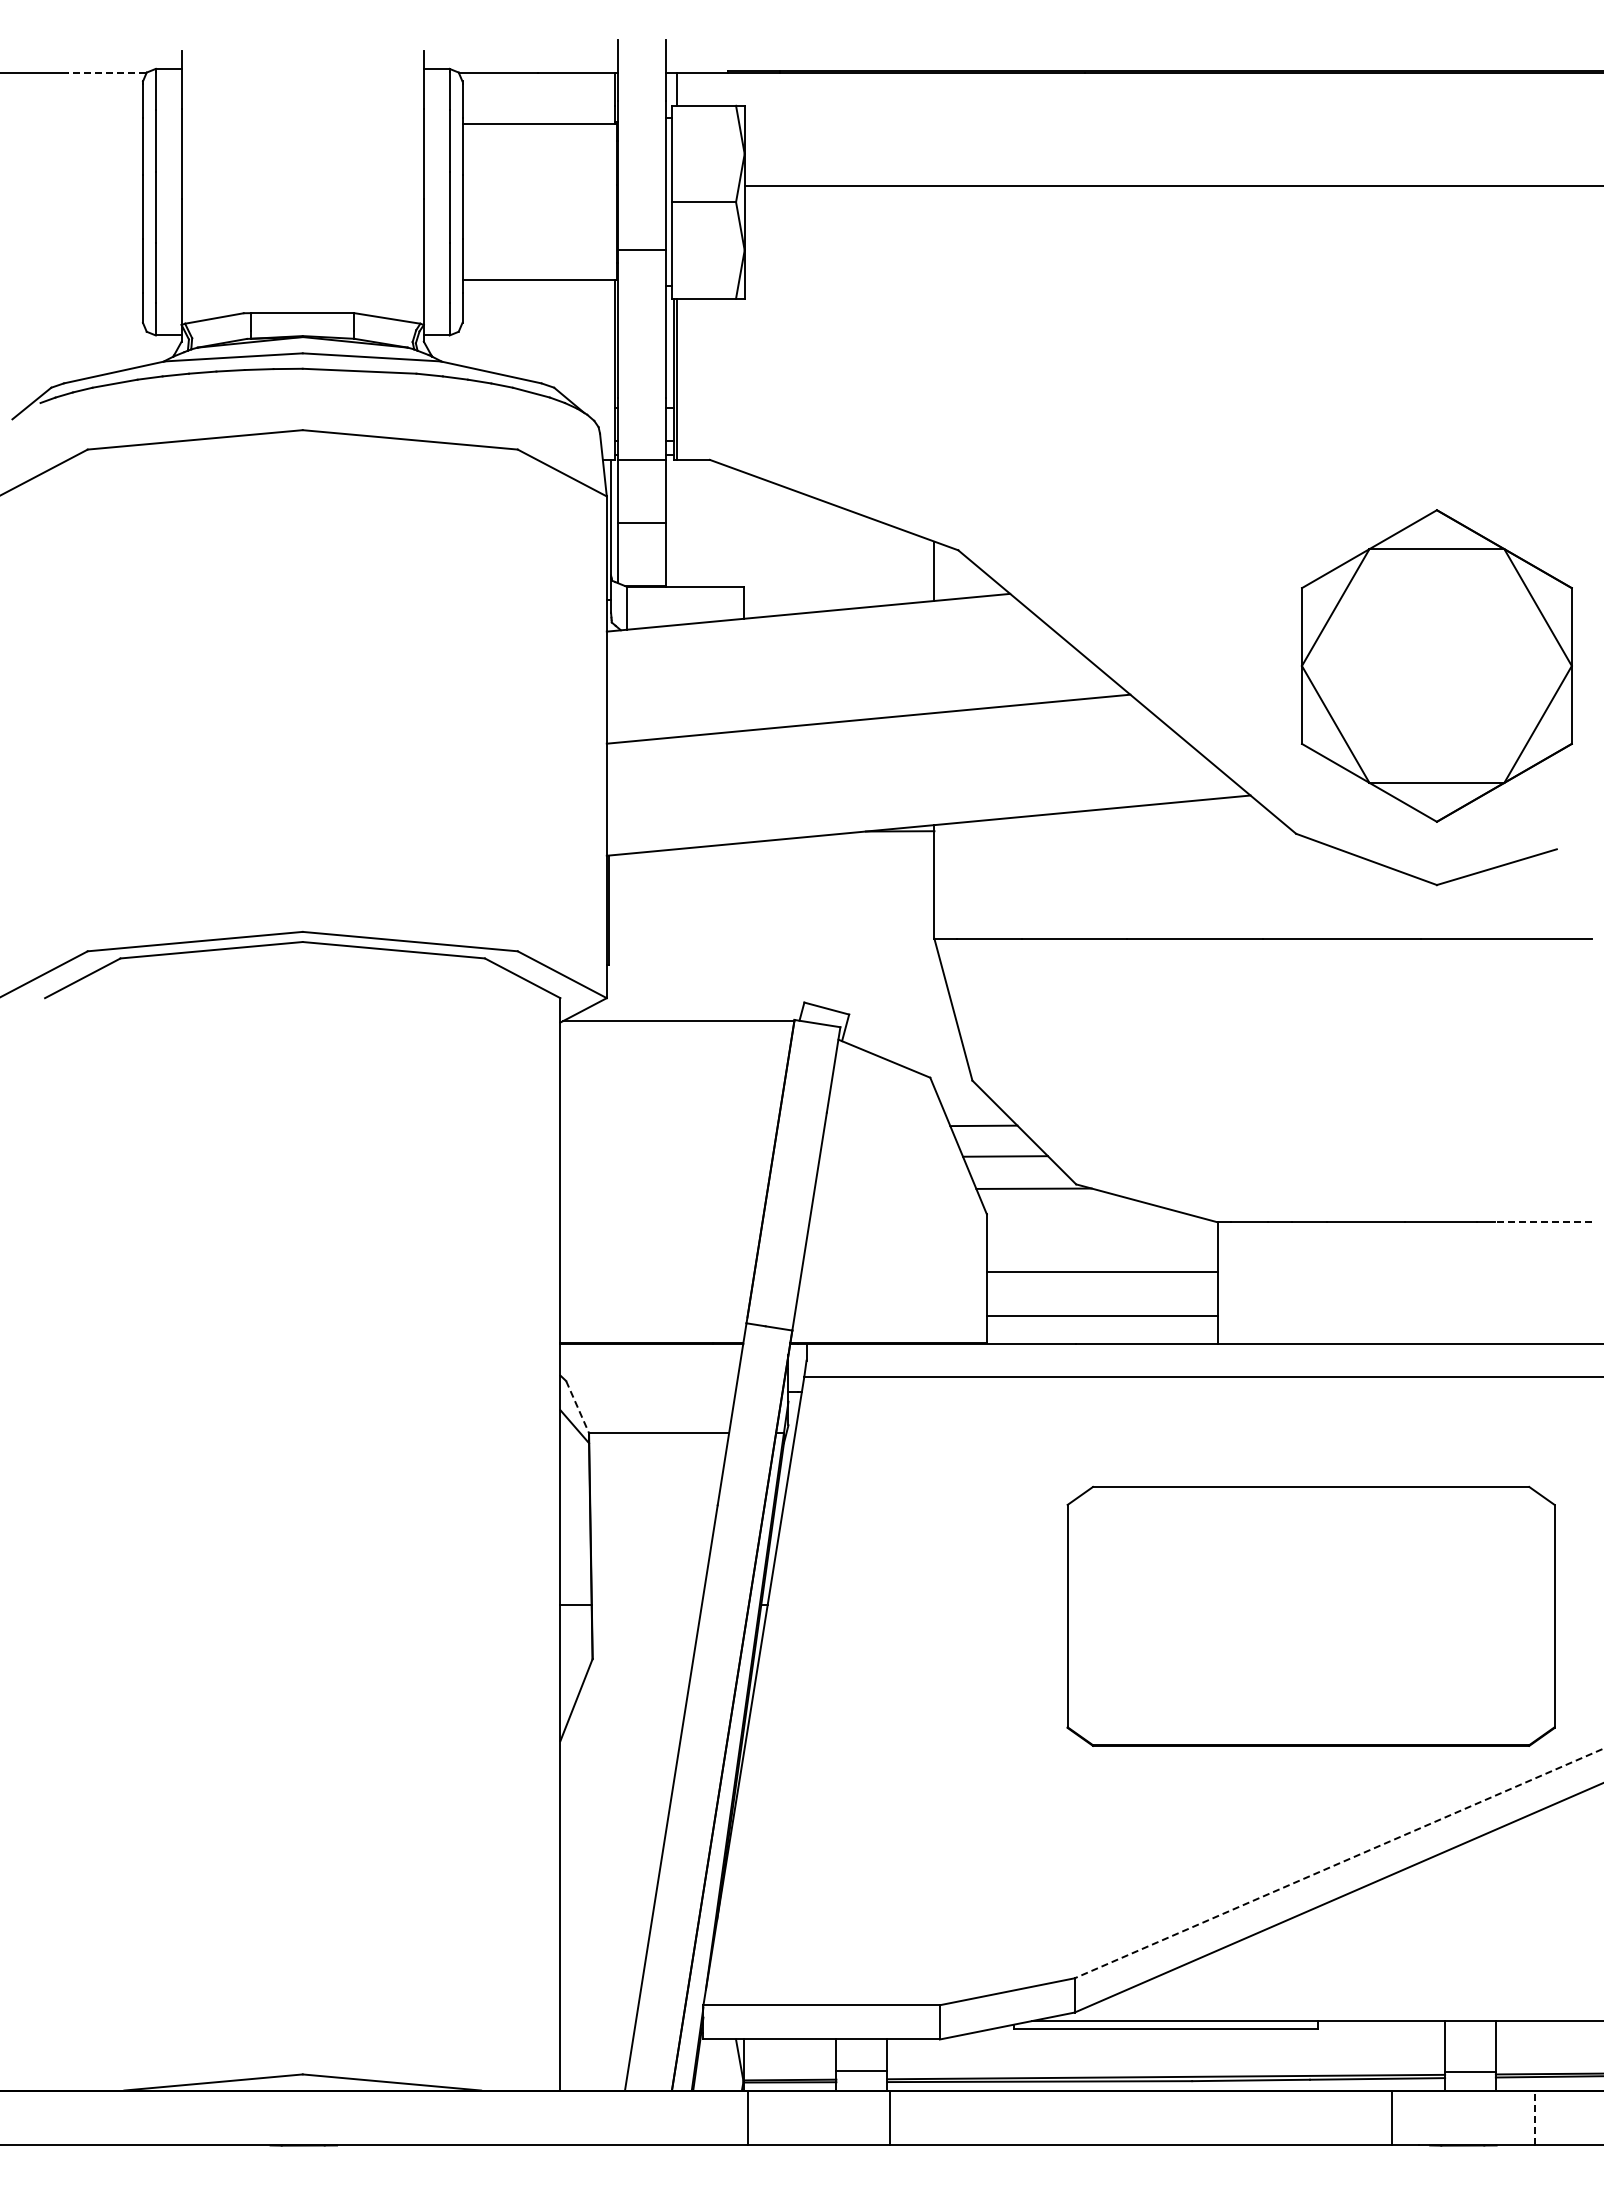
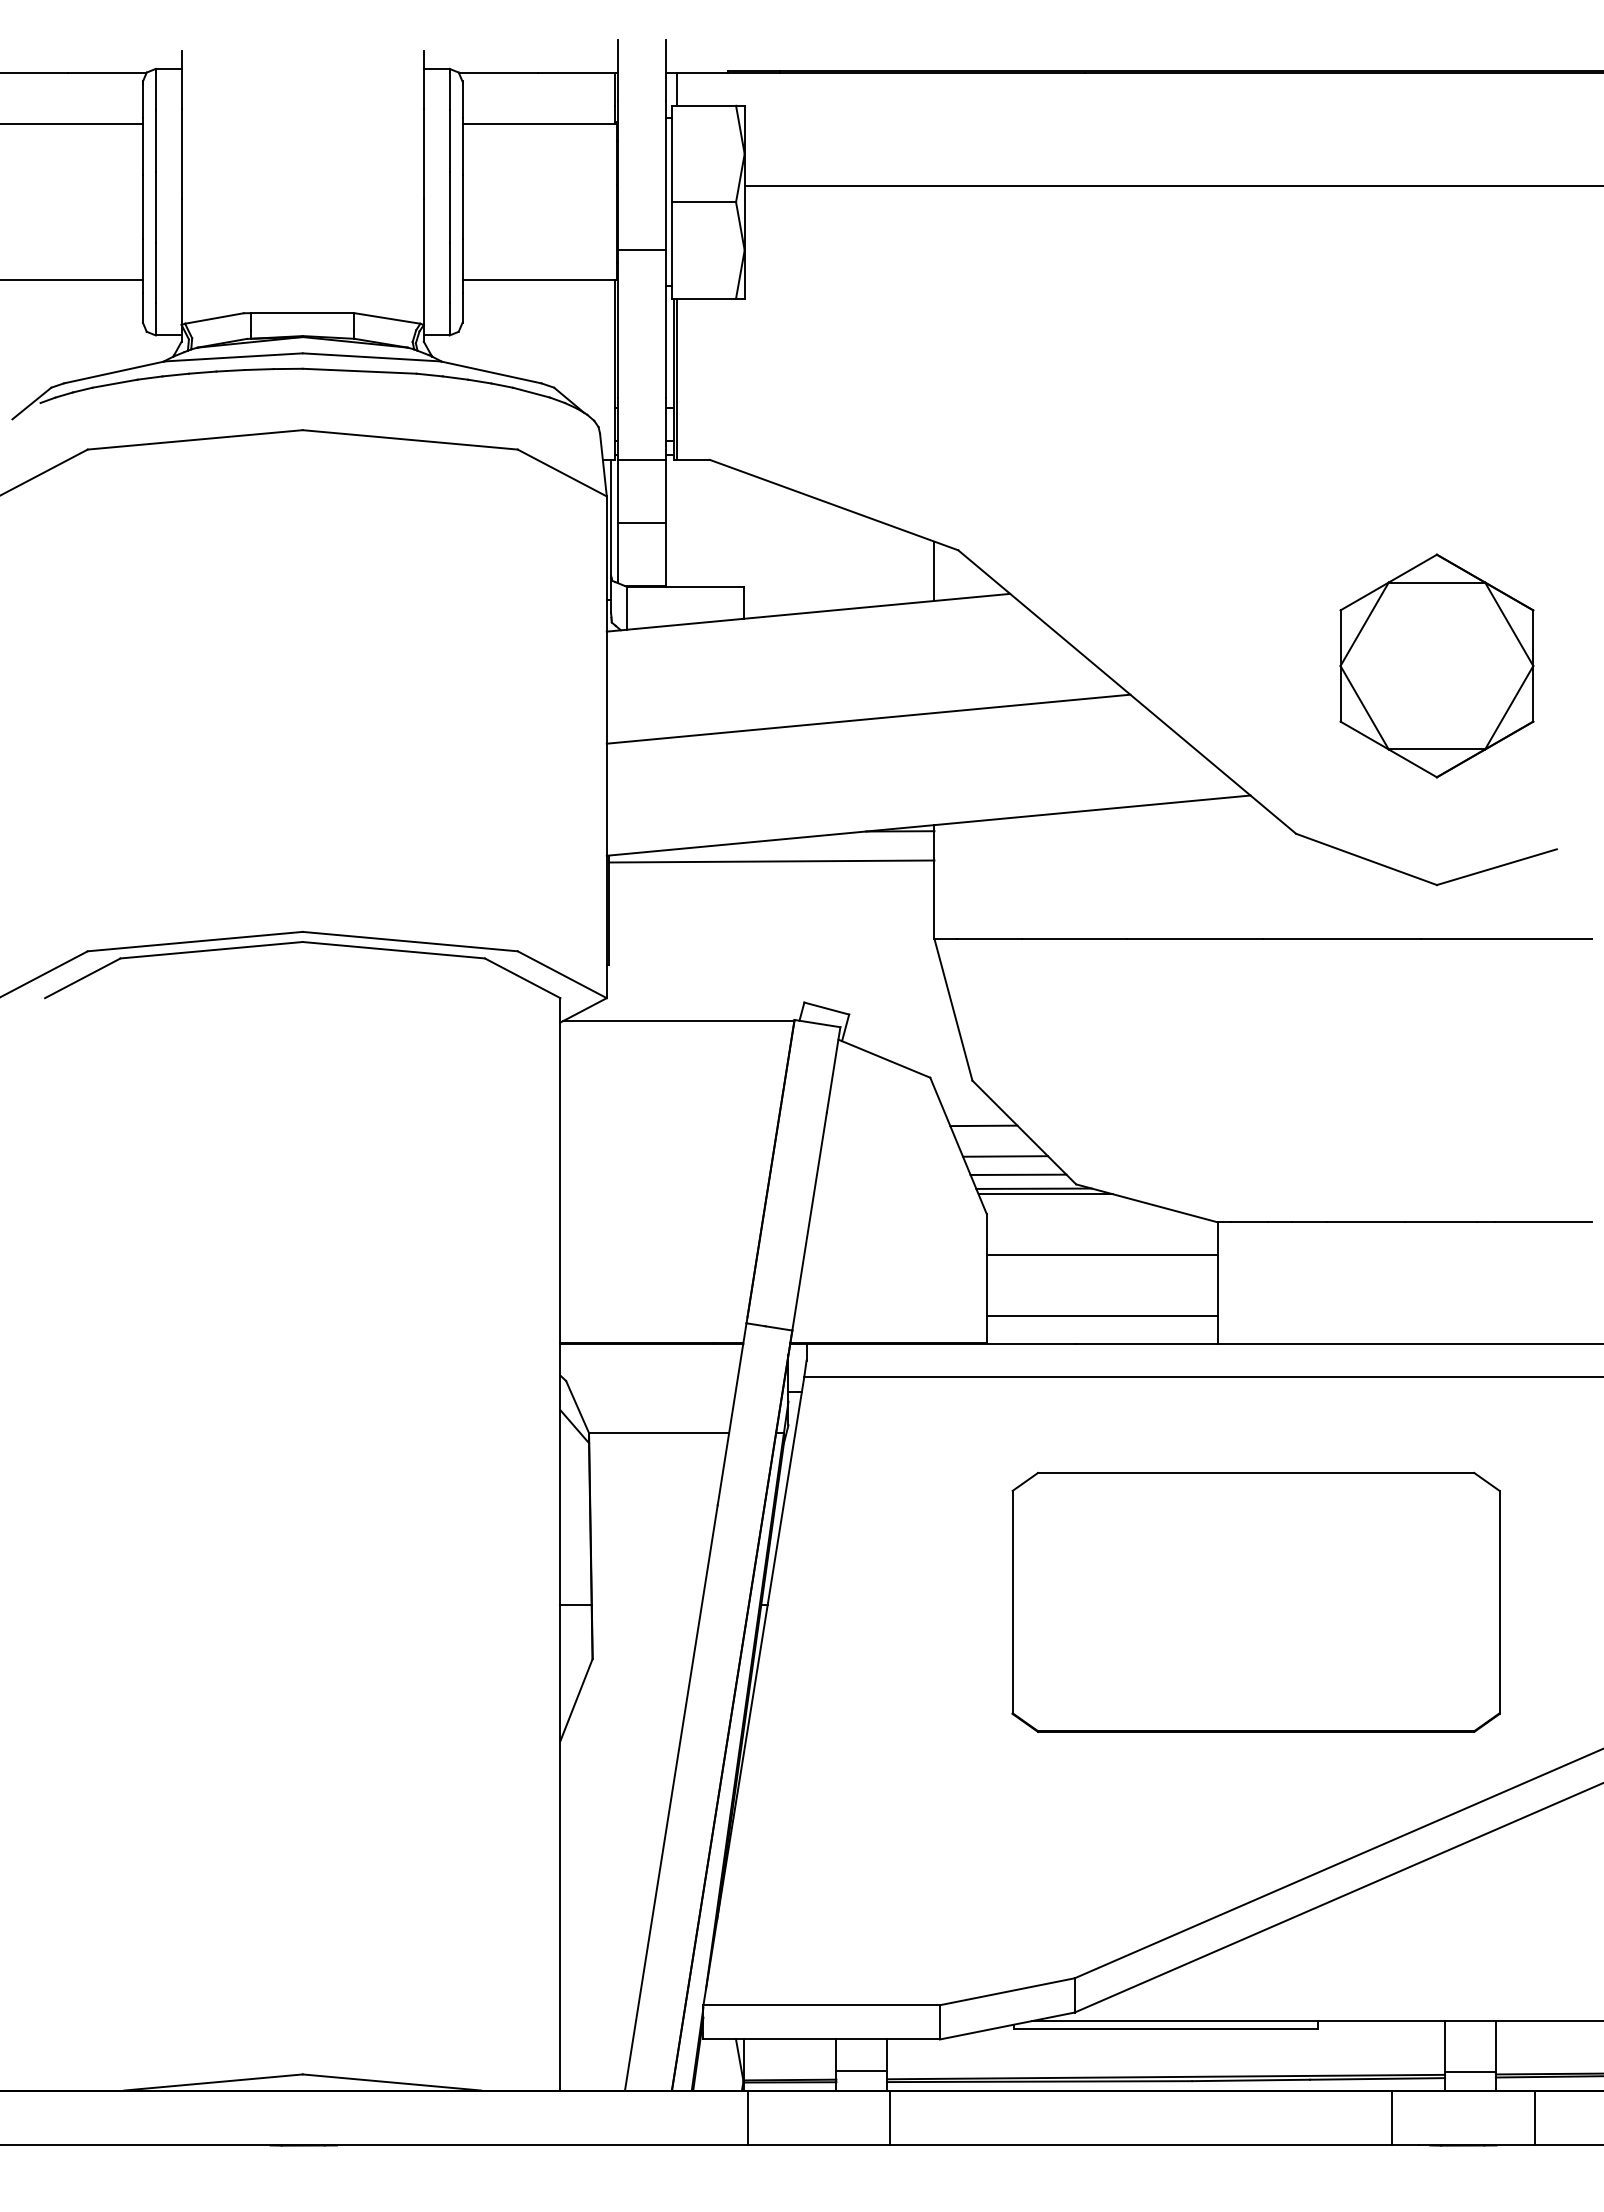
line at (106, 73): dashed -> solid
line at (72, 124): none -> present
line at (72, 280): none -> present
part at (1436, 665) size: 273x314 px -> 196x226 px
line at (771, 861): none -> present
line at (1018, 1174): none -> present
line at (1045, 1194): none -> present
line at (1542, 1222): dashed -> solid
line at (1101, 1272) position: (1101, 1272) -> (1101, 1255)
line at (577, 1407): dashed -> solid
part at (1310, 1615) position: (1310, 1615) -> (1255, 1601)
line at (1338, 1863): dashed -> solid
line at (1534, 2117): dashed -> solid
